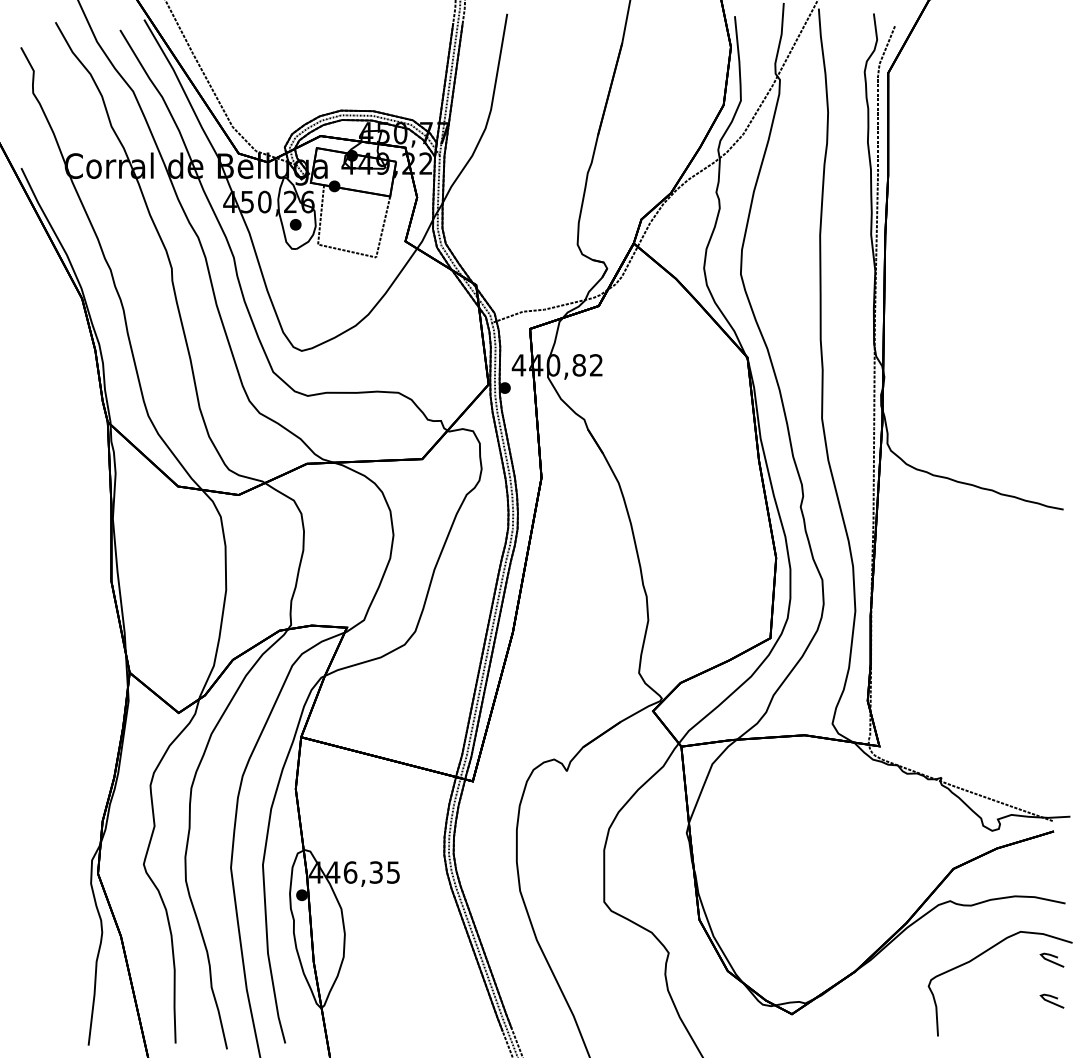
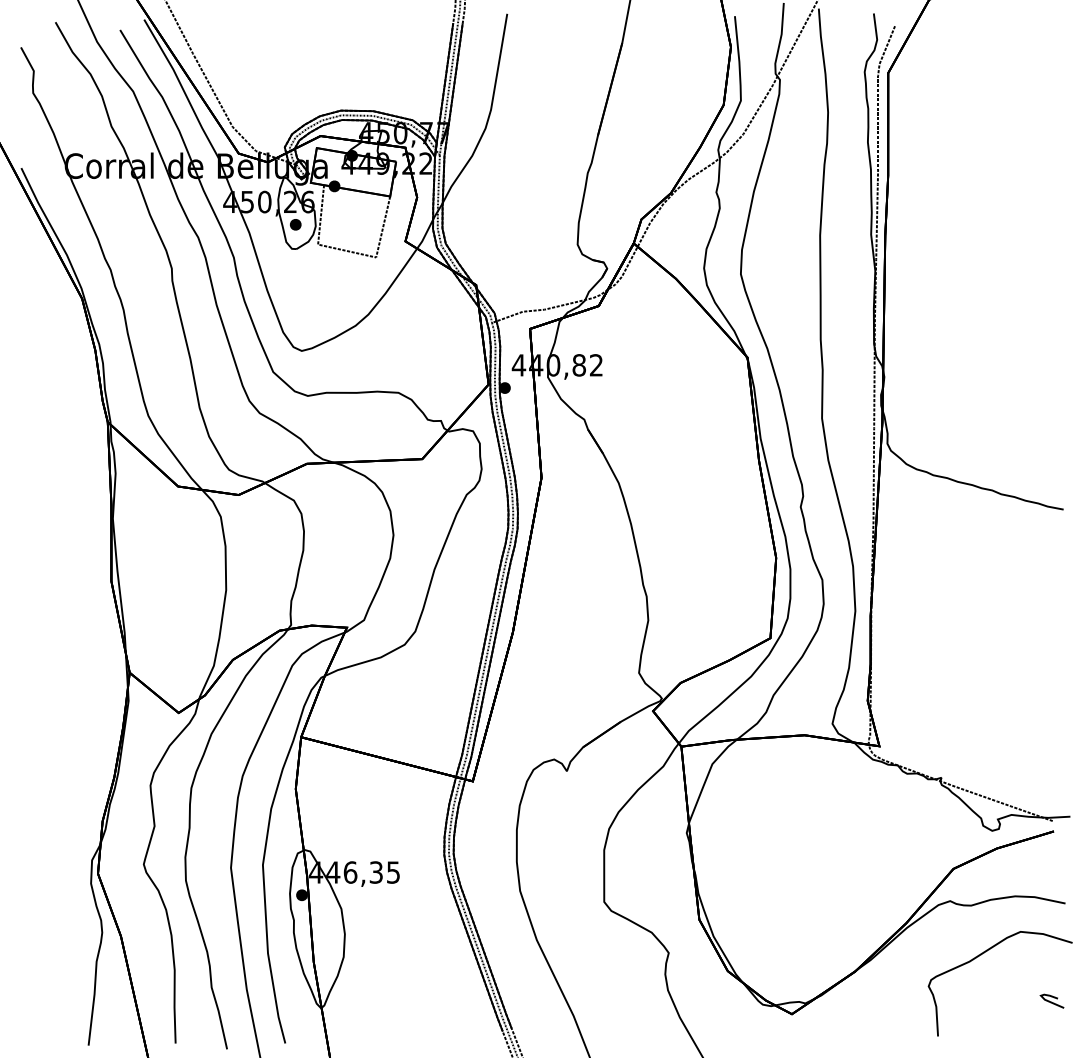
curve at (1051, 960): present -> none
